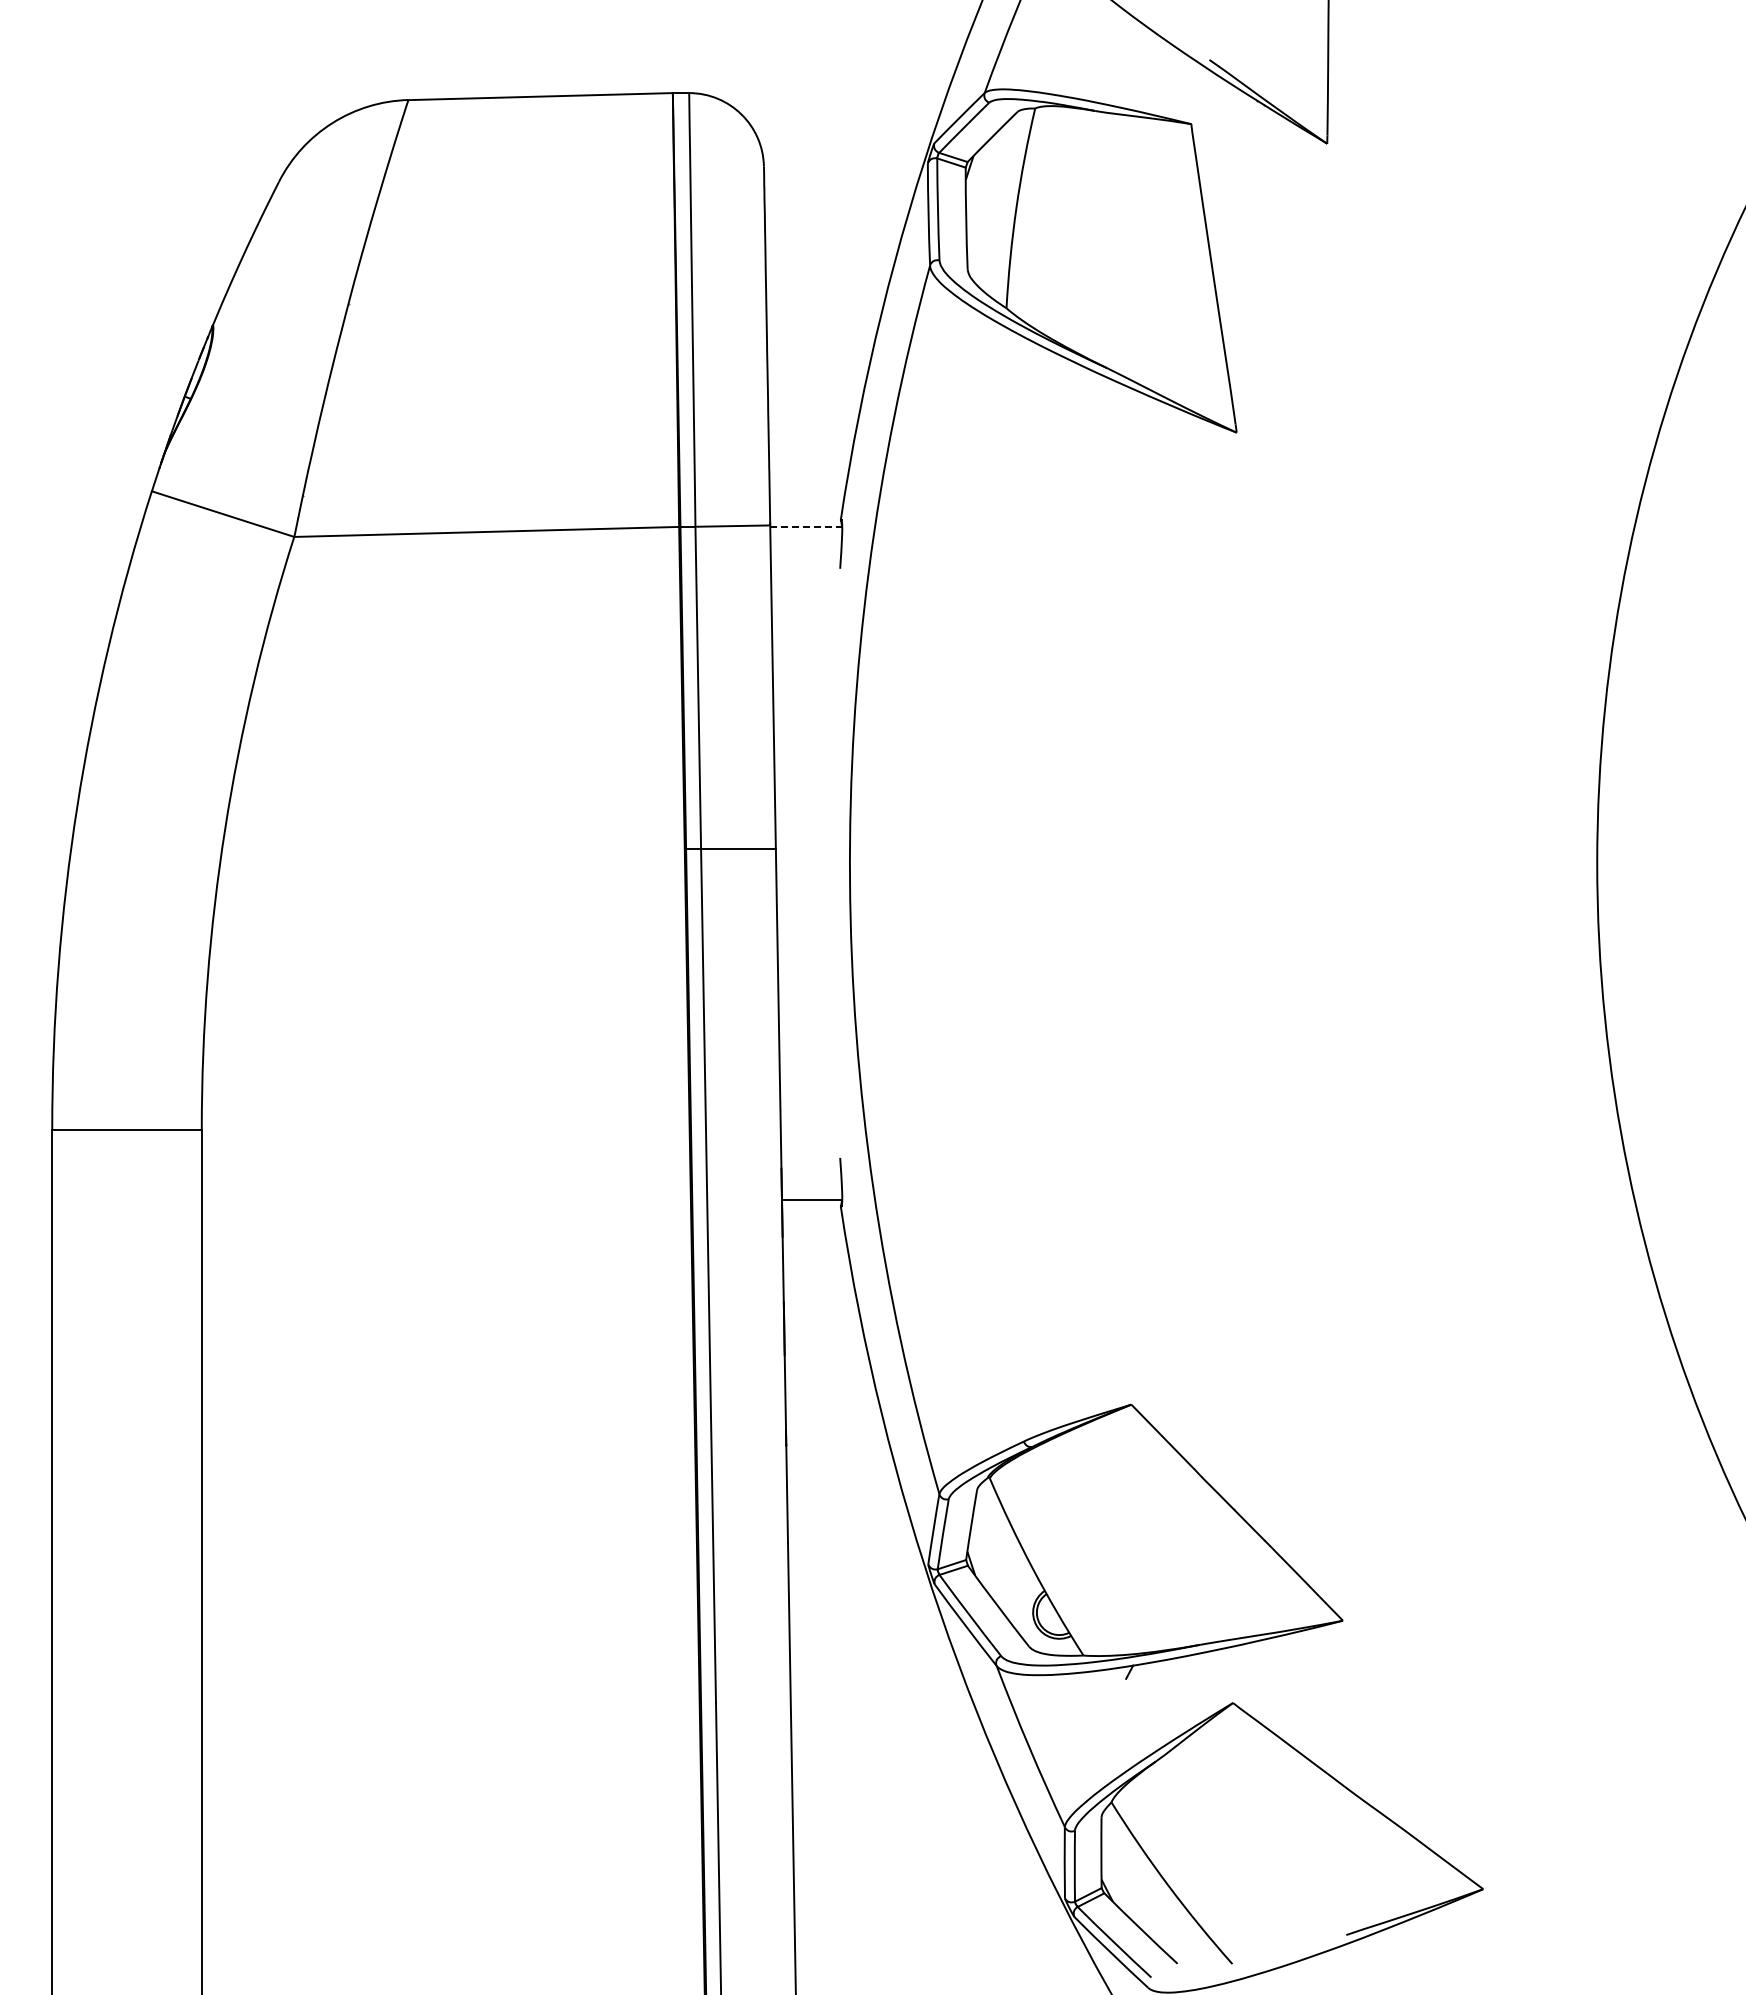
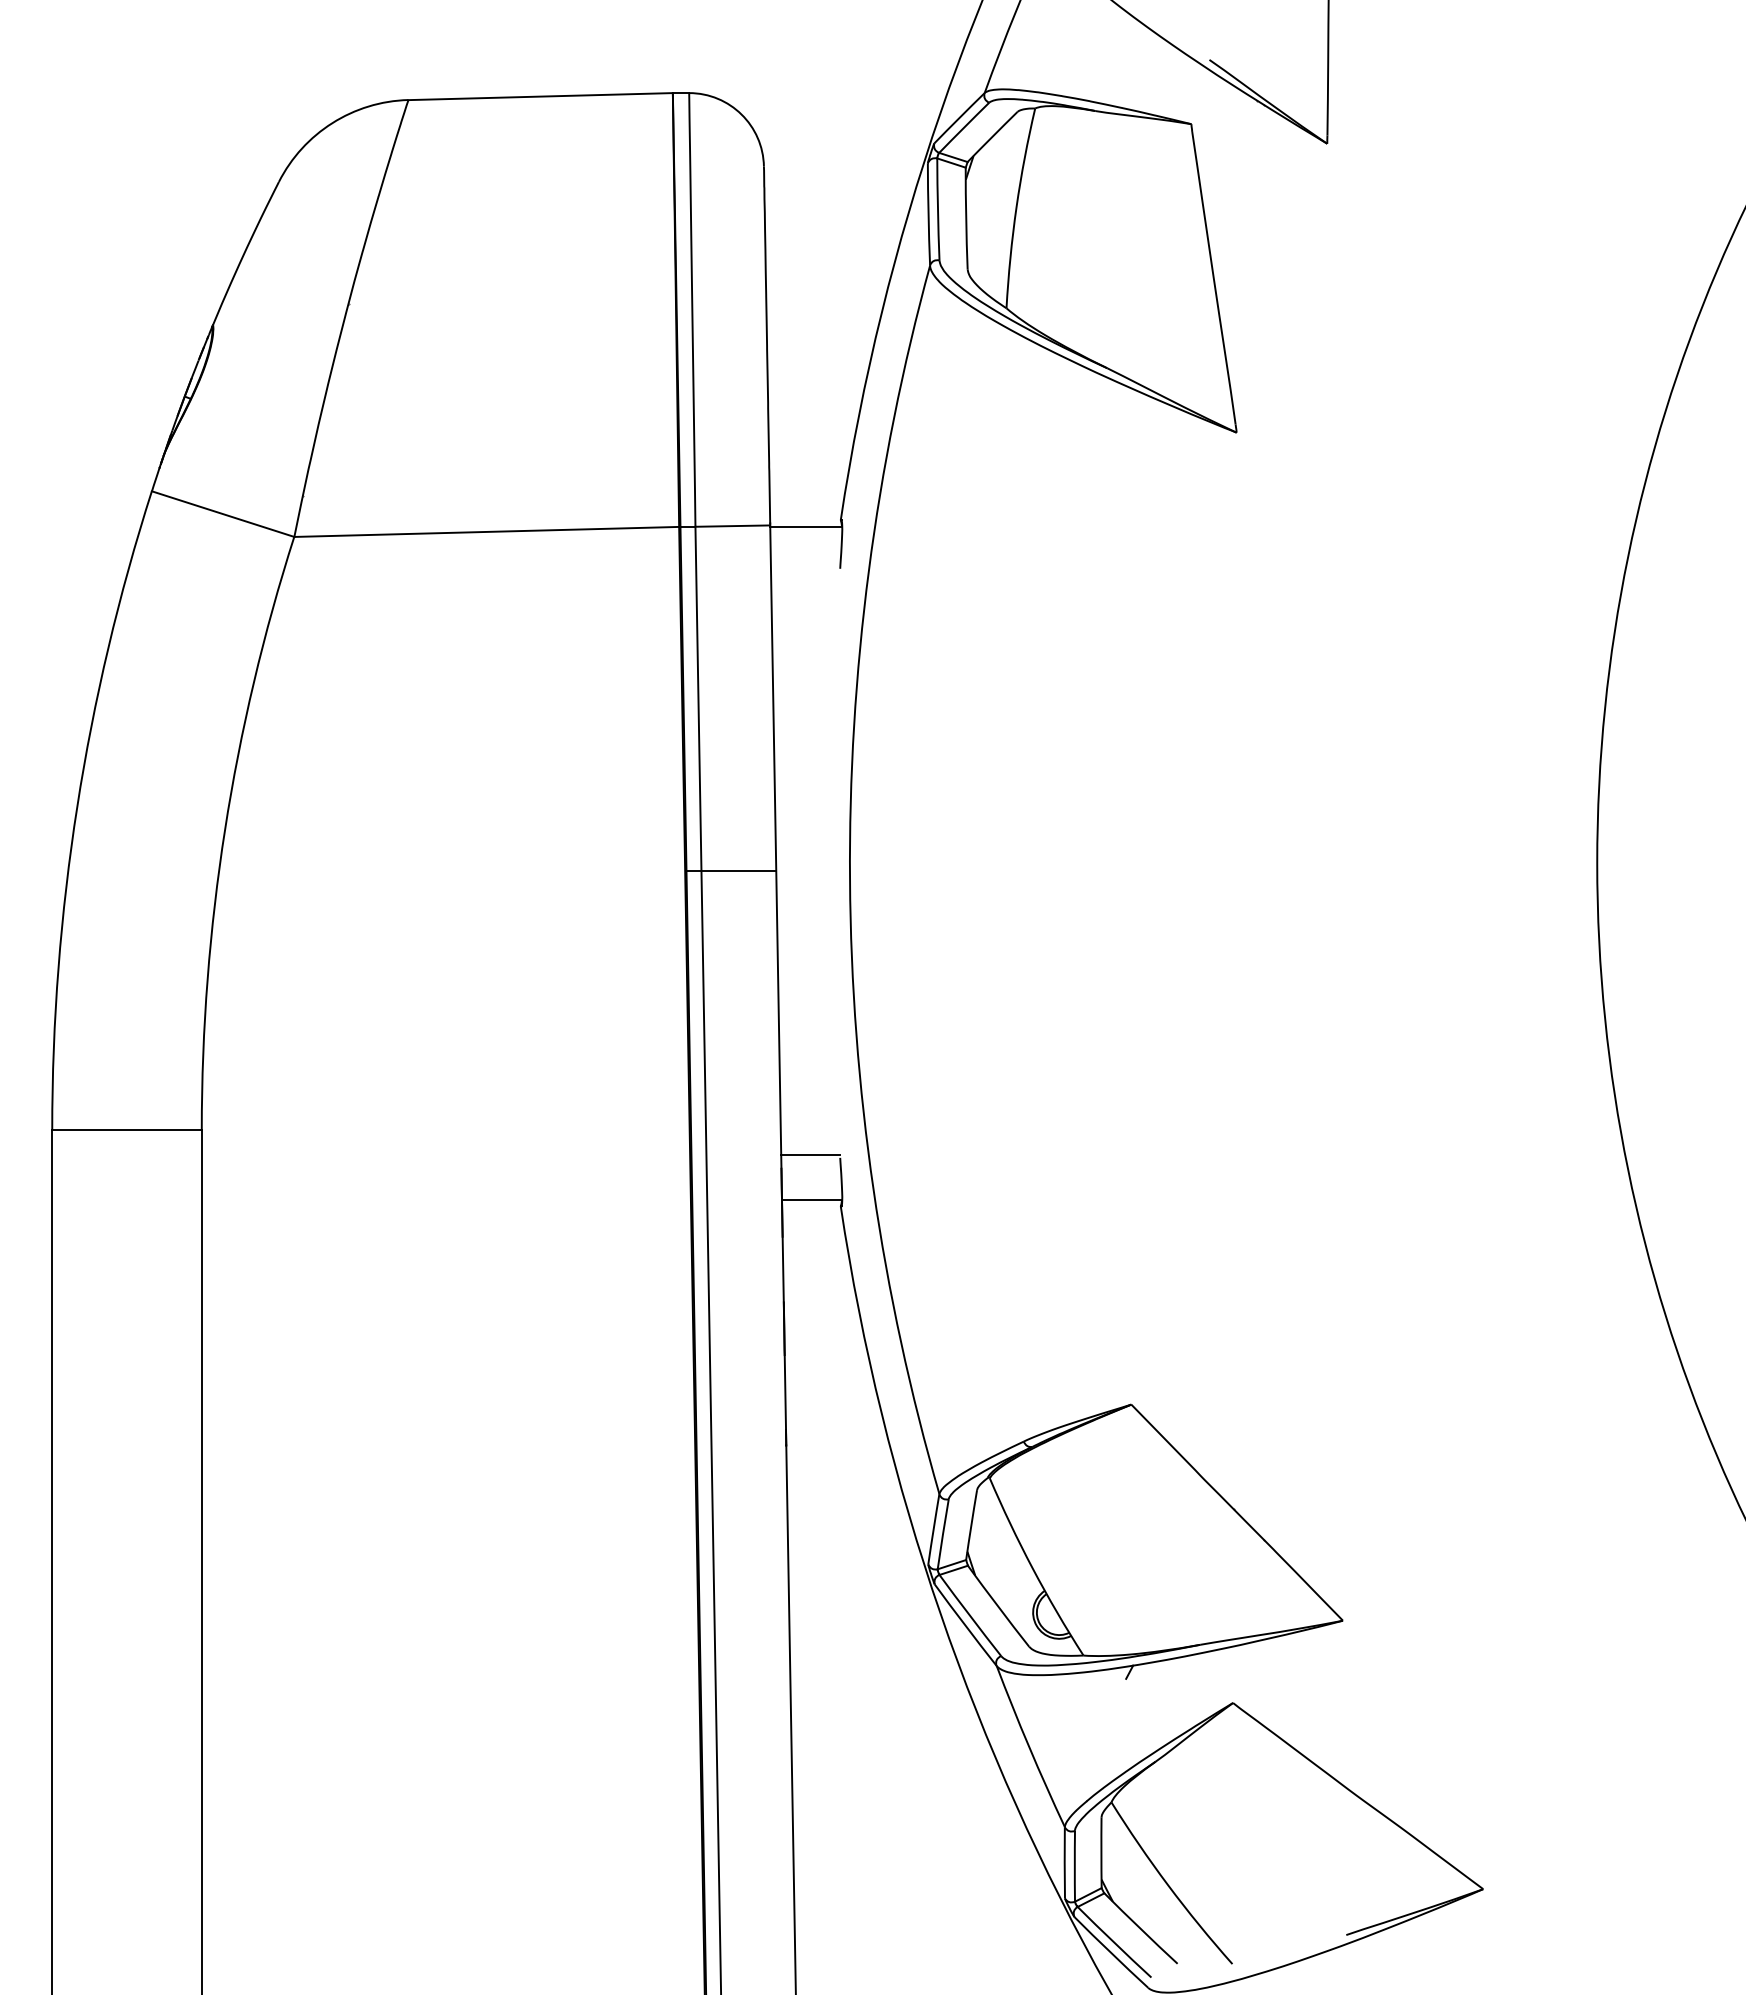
line at (806, 526): dashed -> solid
line at (731, 848) position: (731, 848) -> (731, 870)
line at (810, 1154): none -> present
